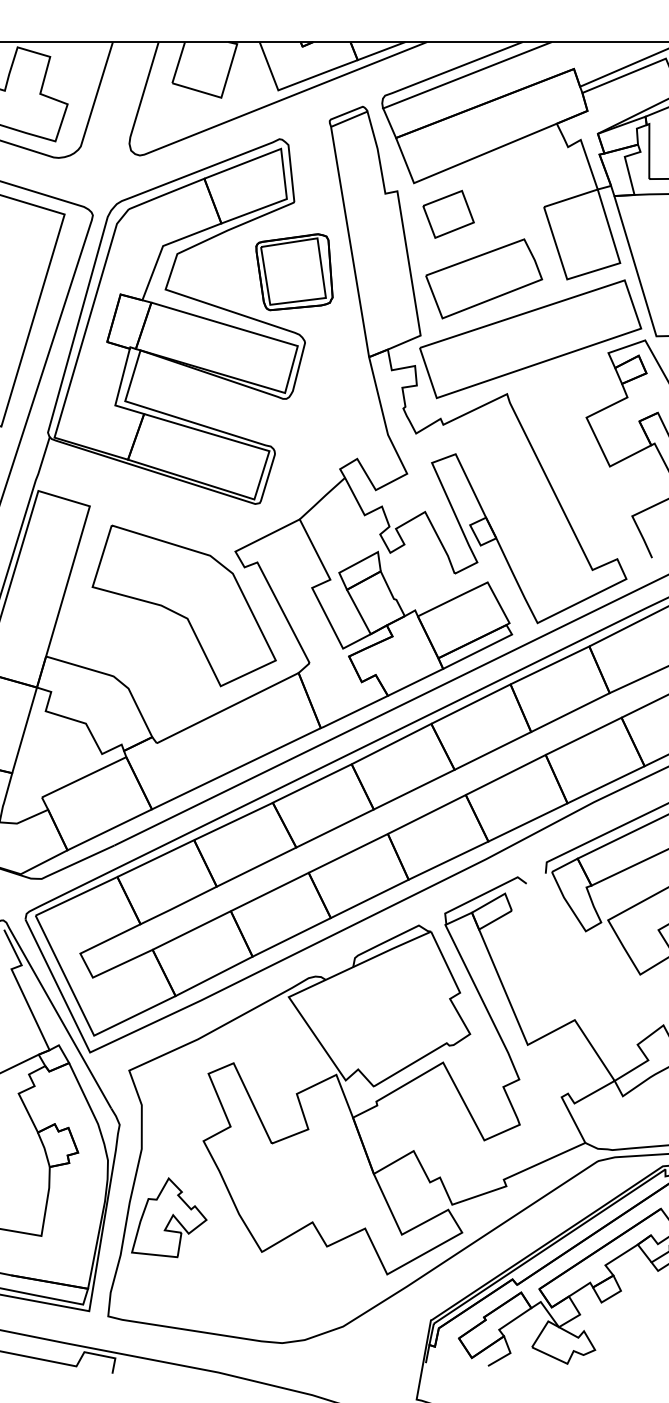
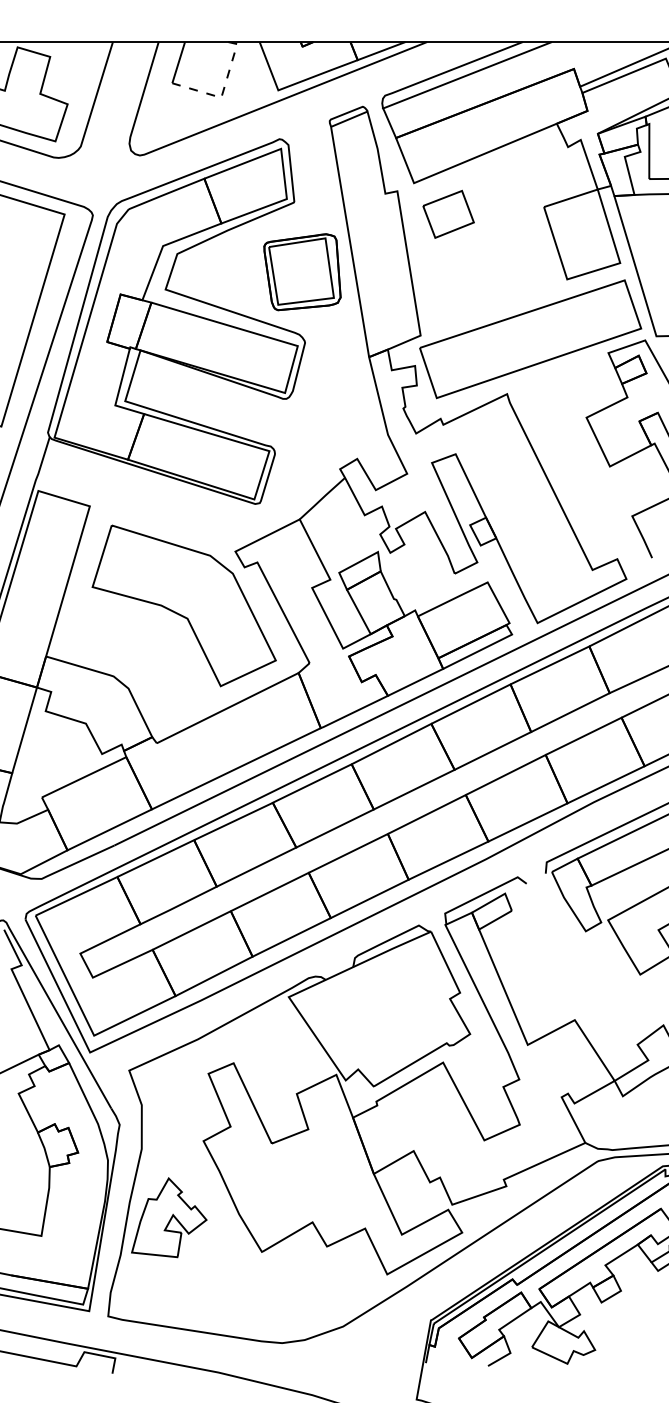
line at (223, 91): solid -> dashed
part at (294, 272) position: (294, 272) -> (302, 272)
part at (484, 278): present -> none
